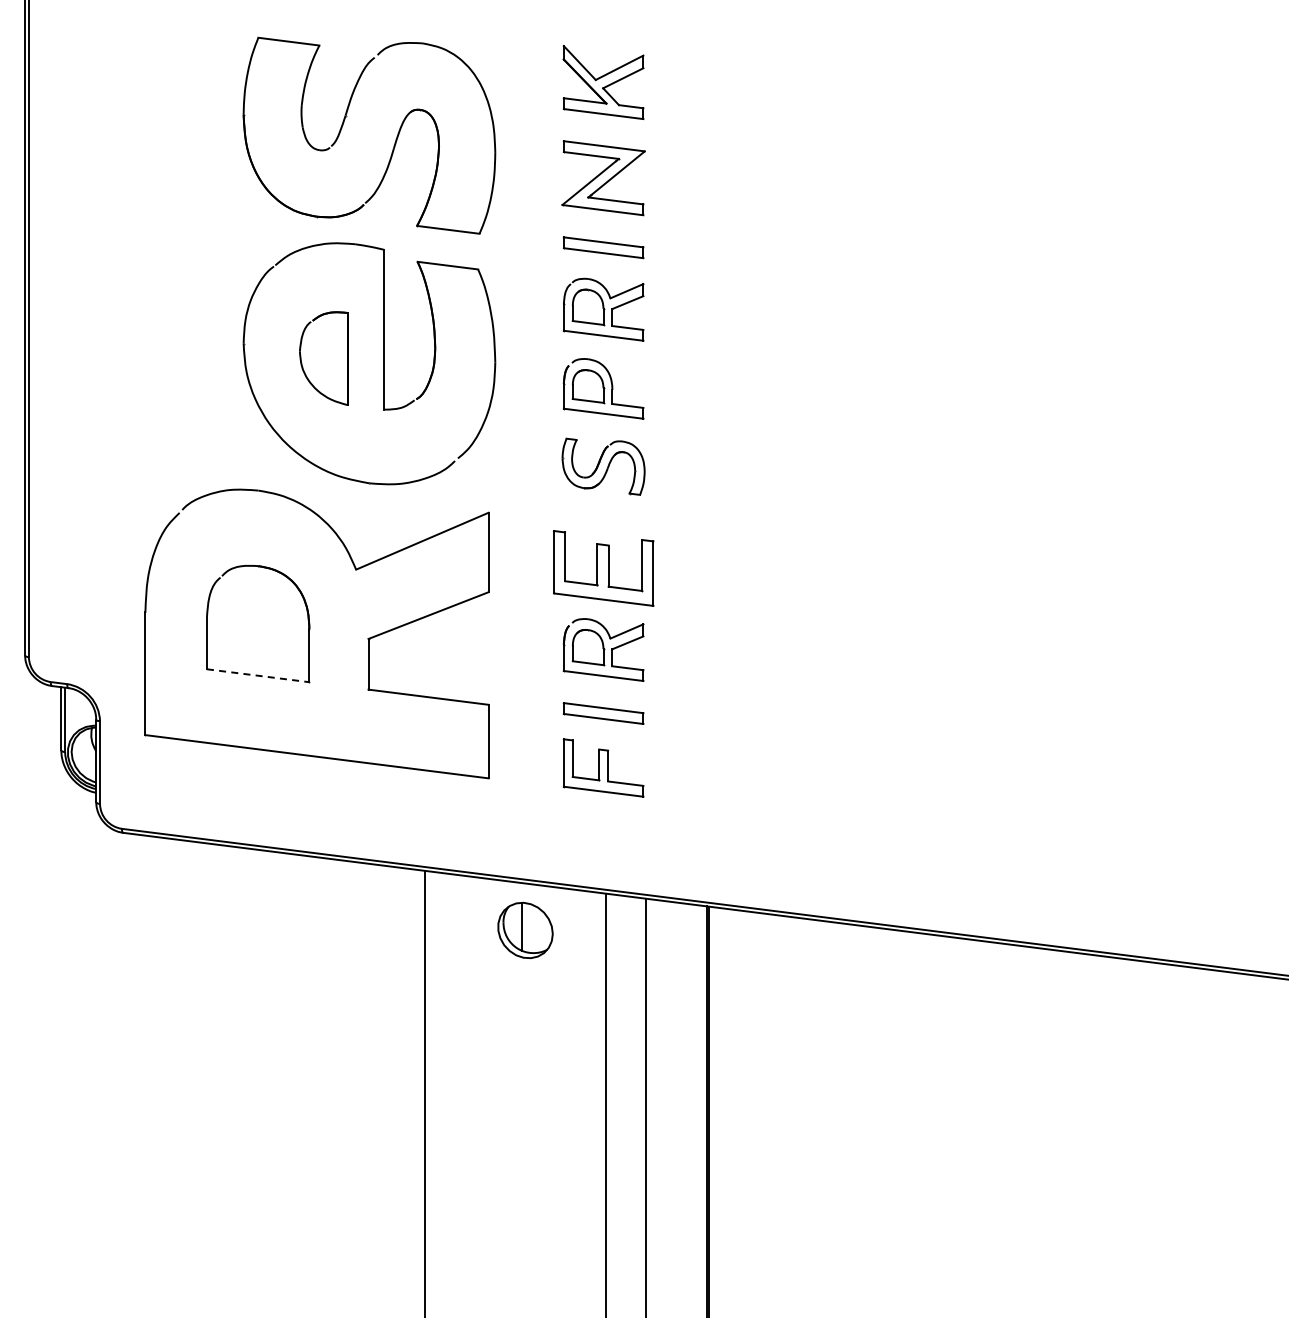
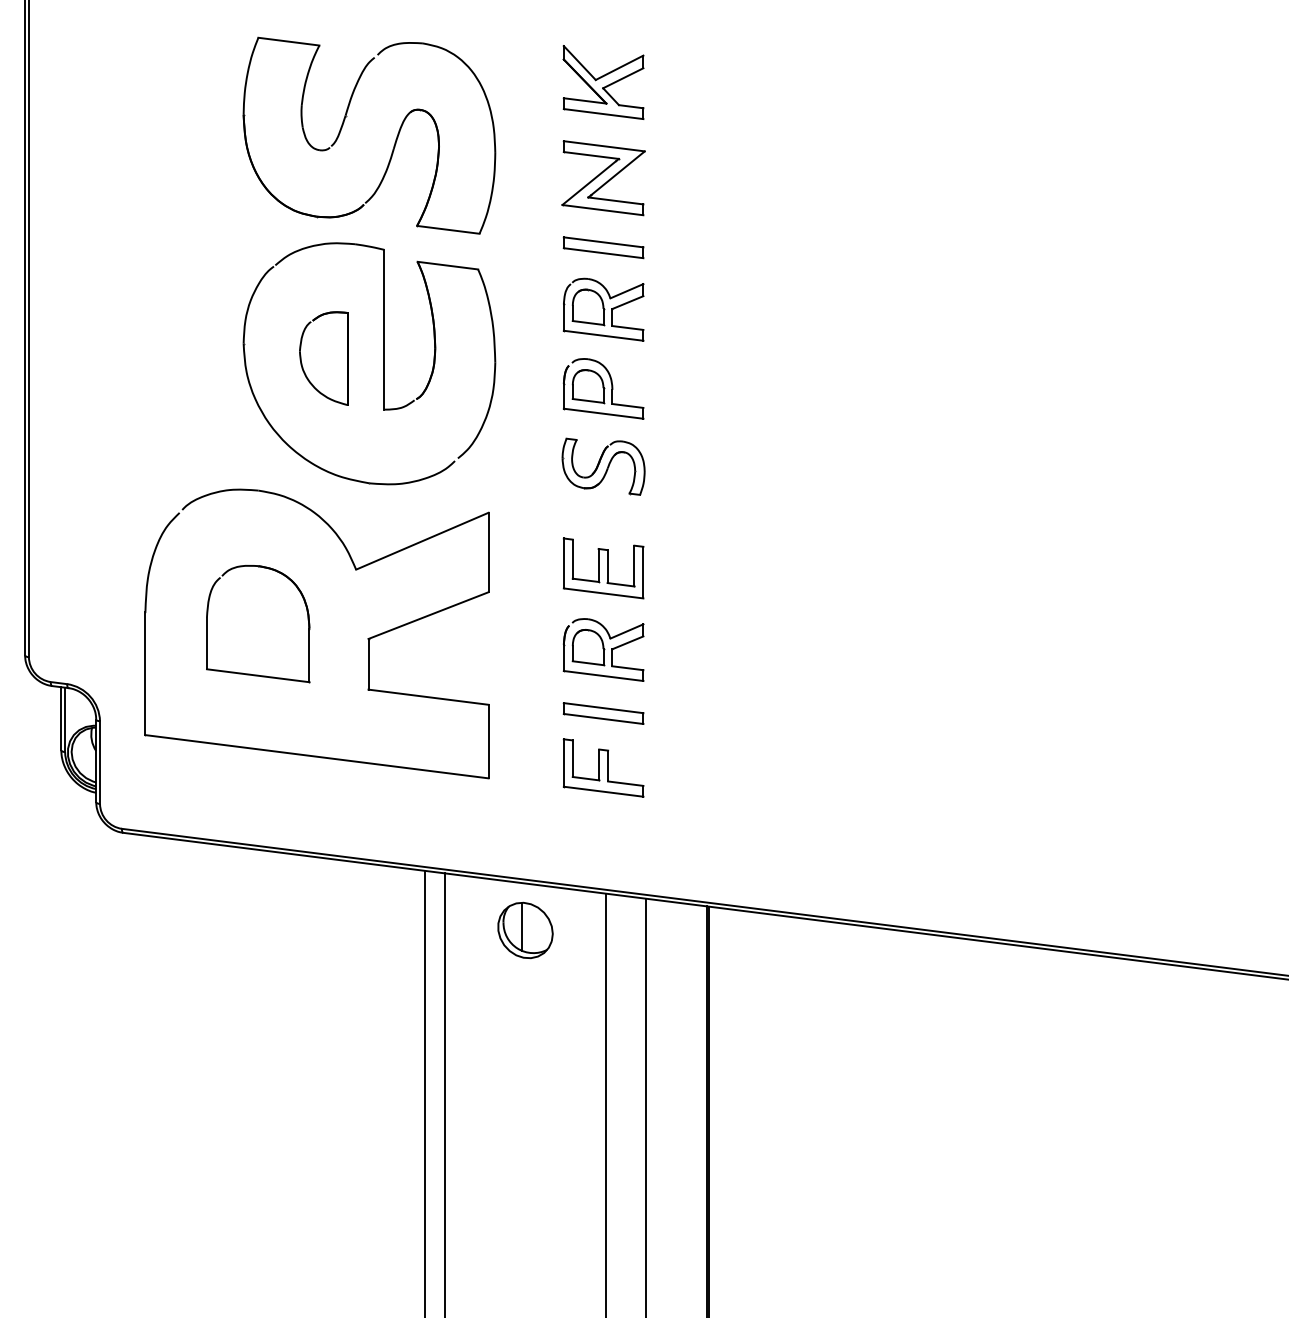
part at (603, 568) size: 102x77 px -> 83x63 px
line at (258, 675): dashed -> solid
line at (444, 1093): none -> present
